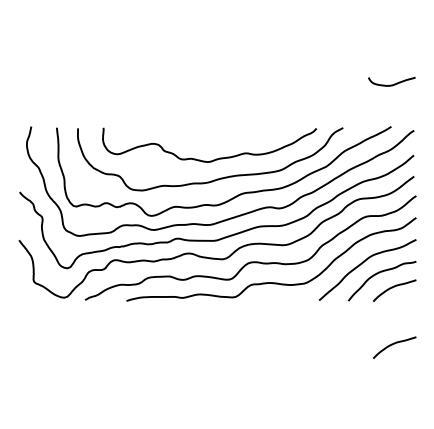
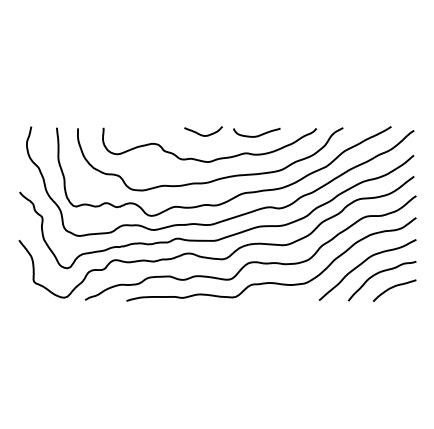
curve at (391, 84) position: (391, 84) -> (256, 135)
curve at (203, 134): none -> present
curve at (392, 345): present -> none
